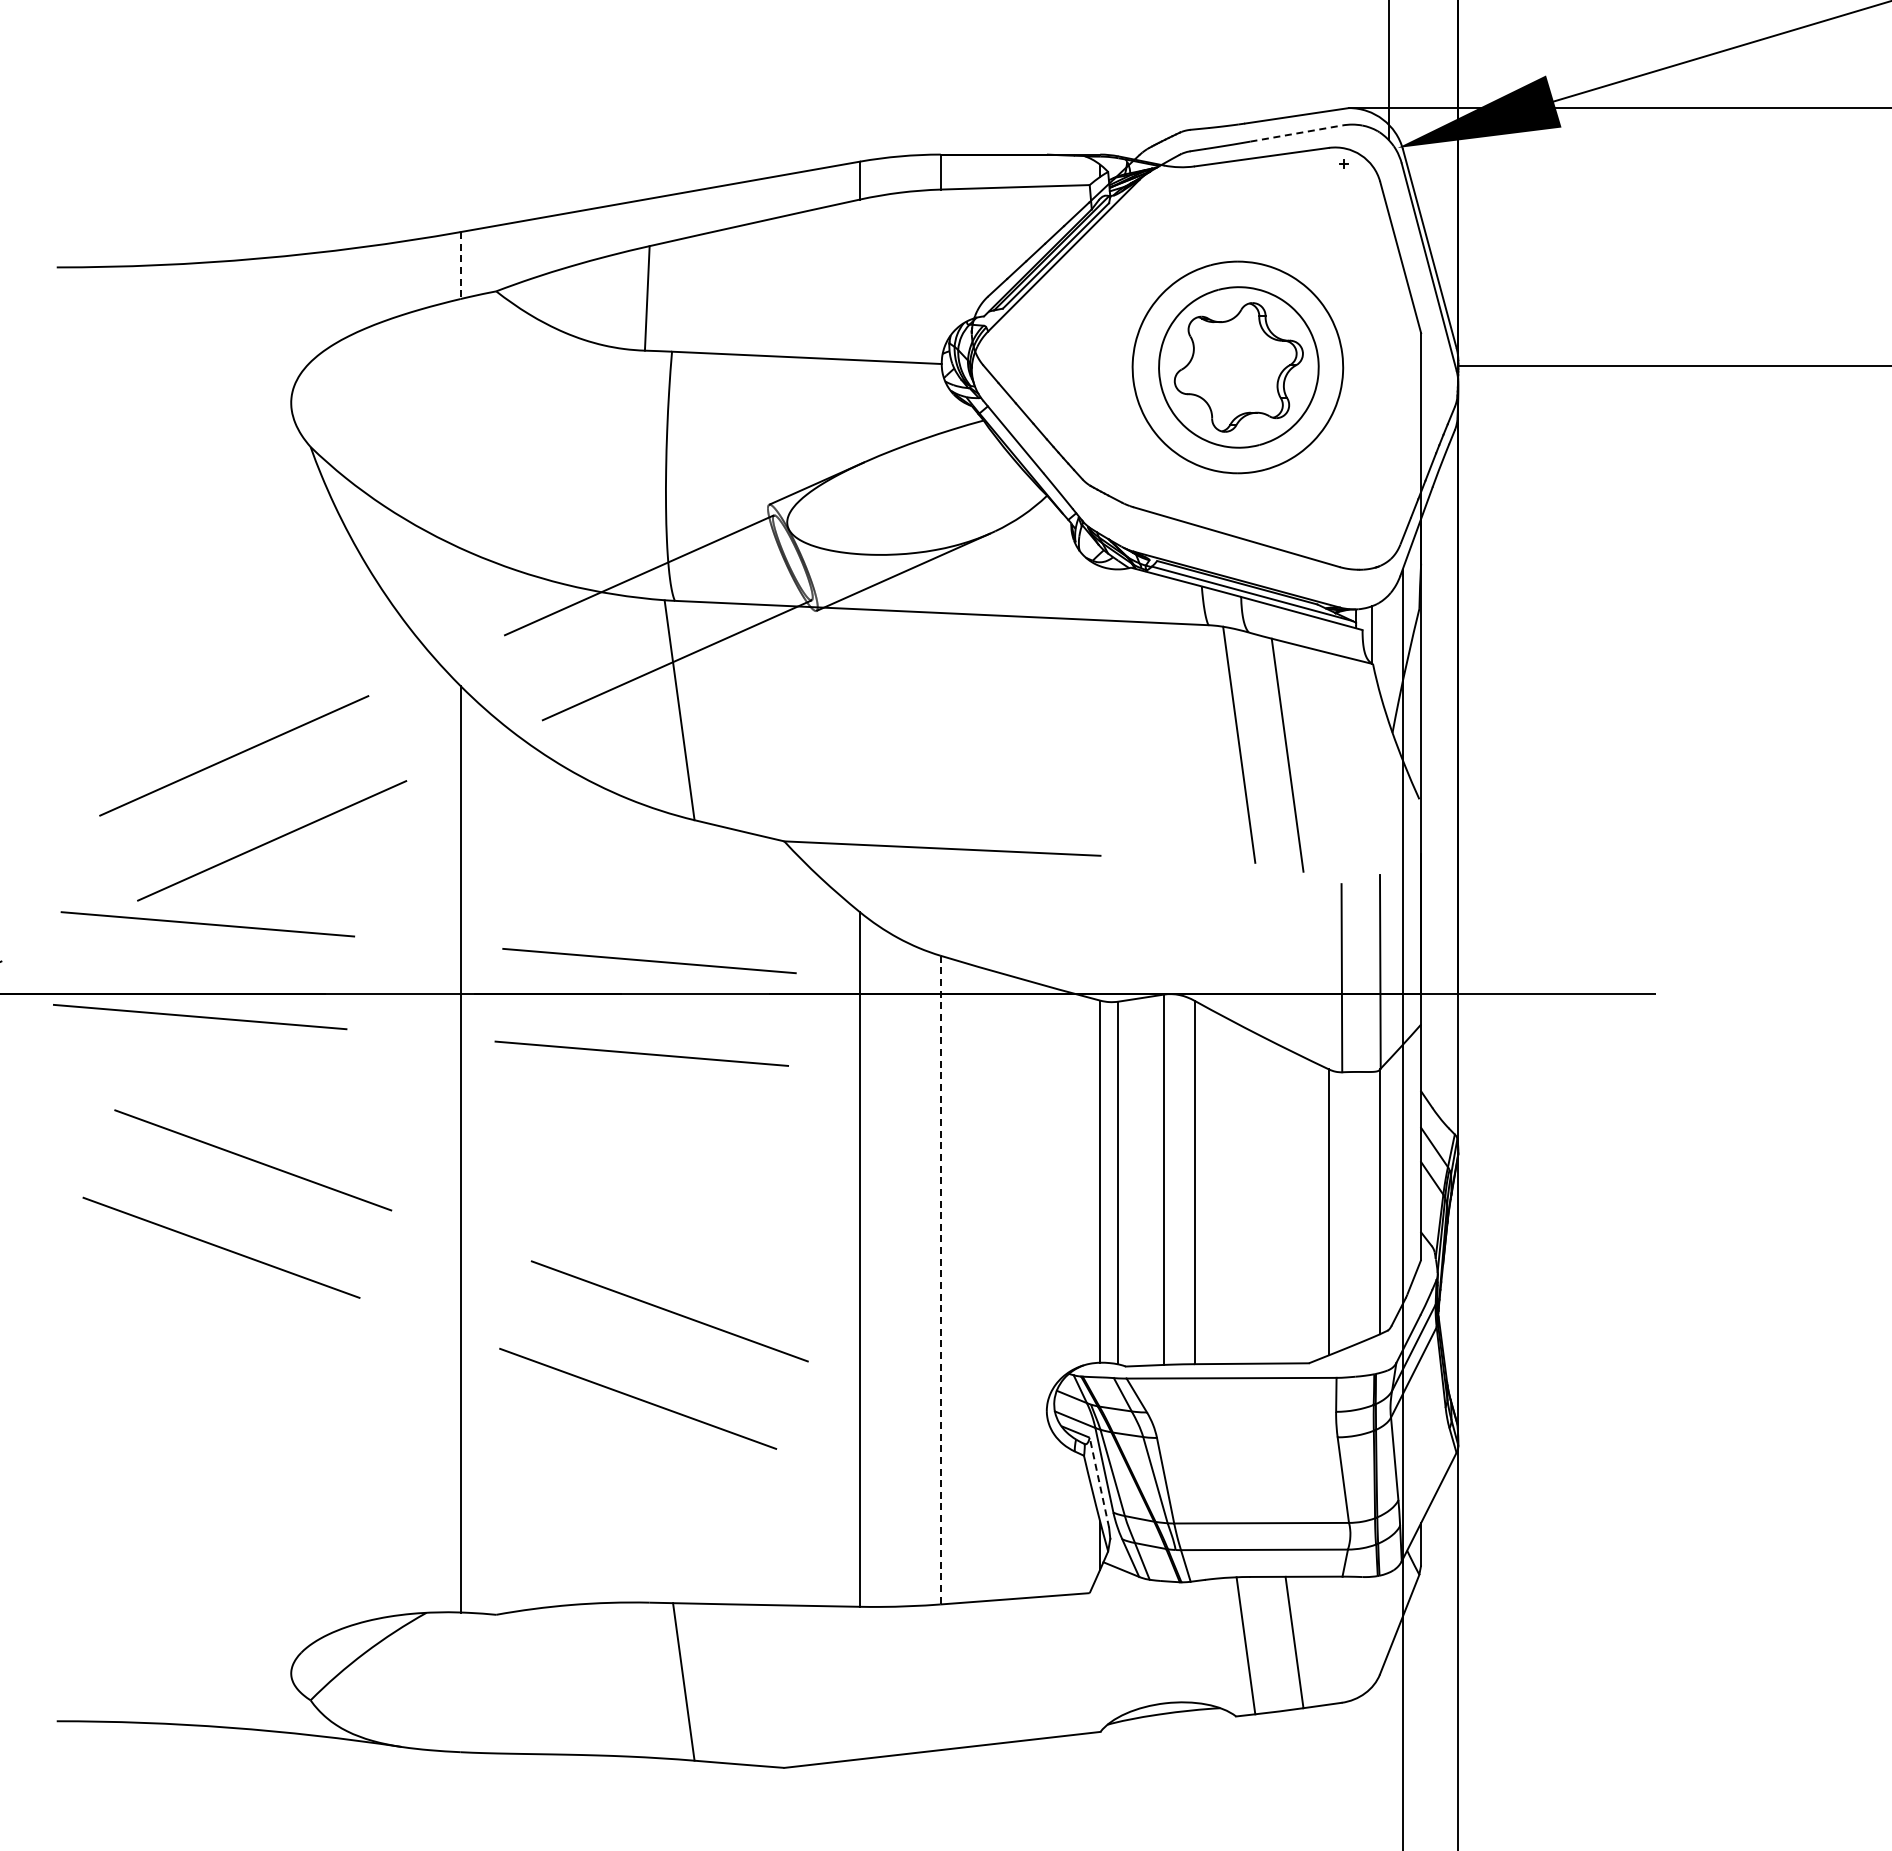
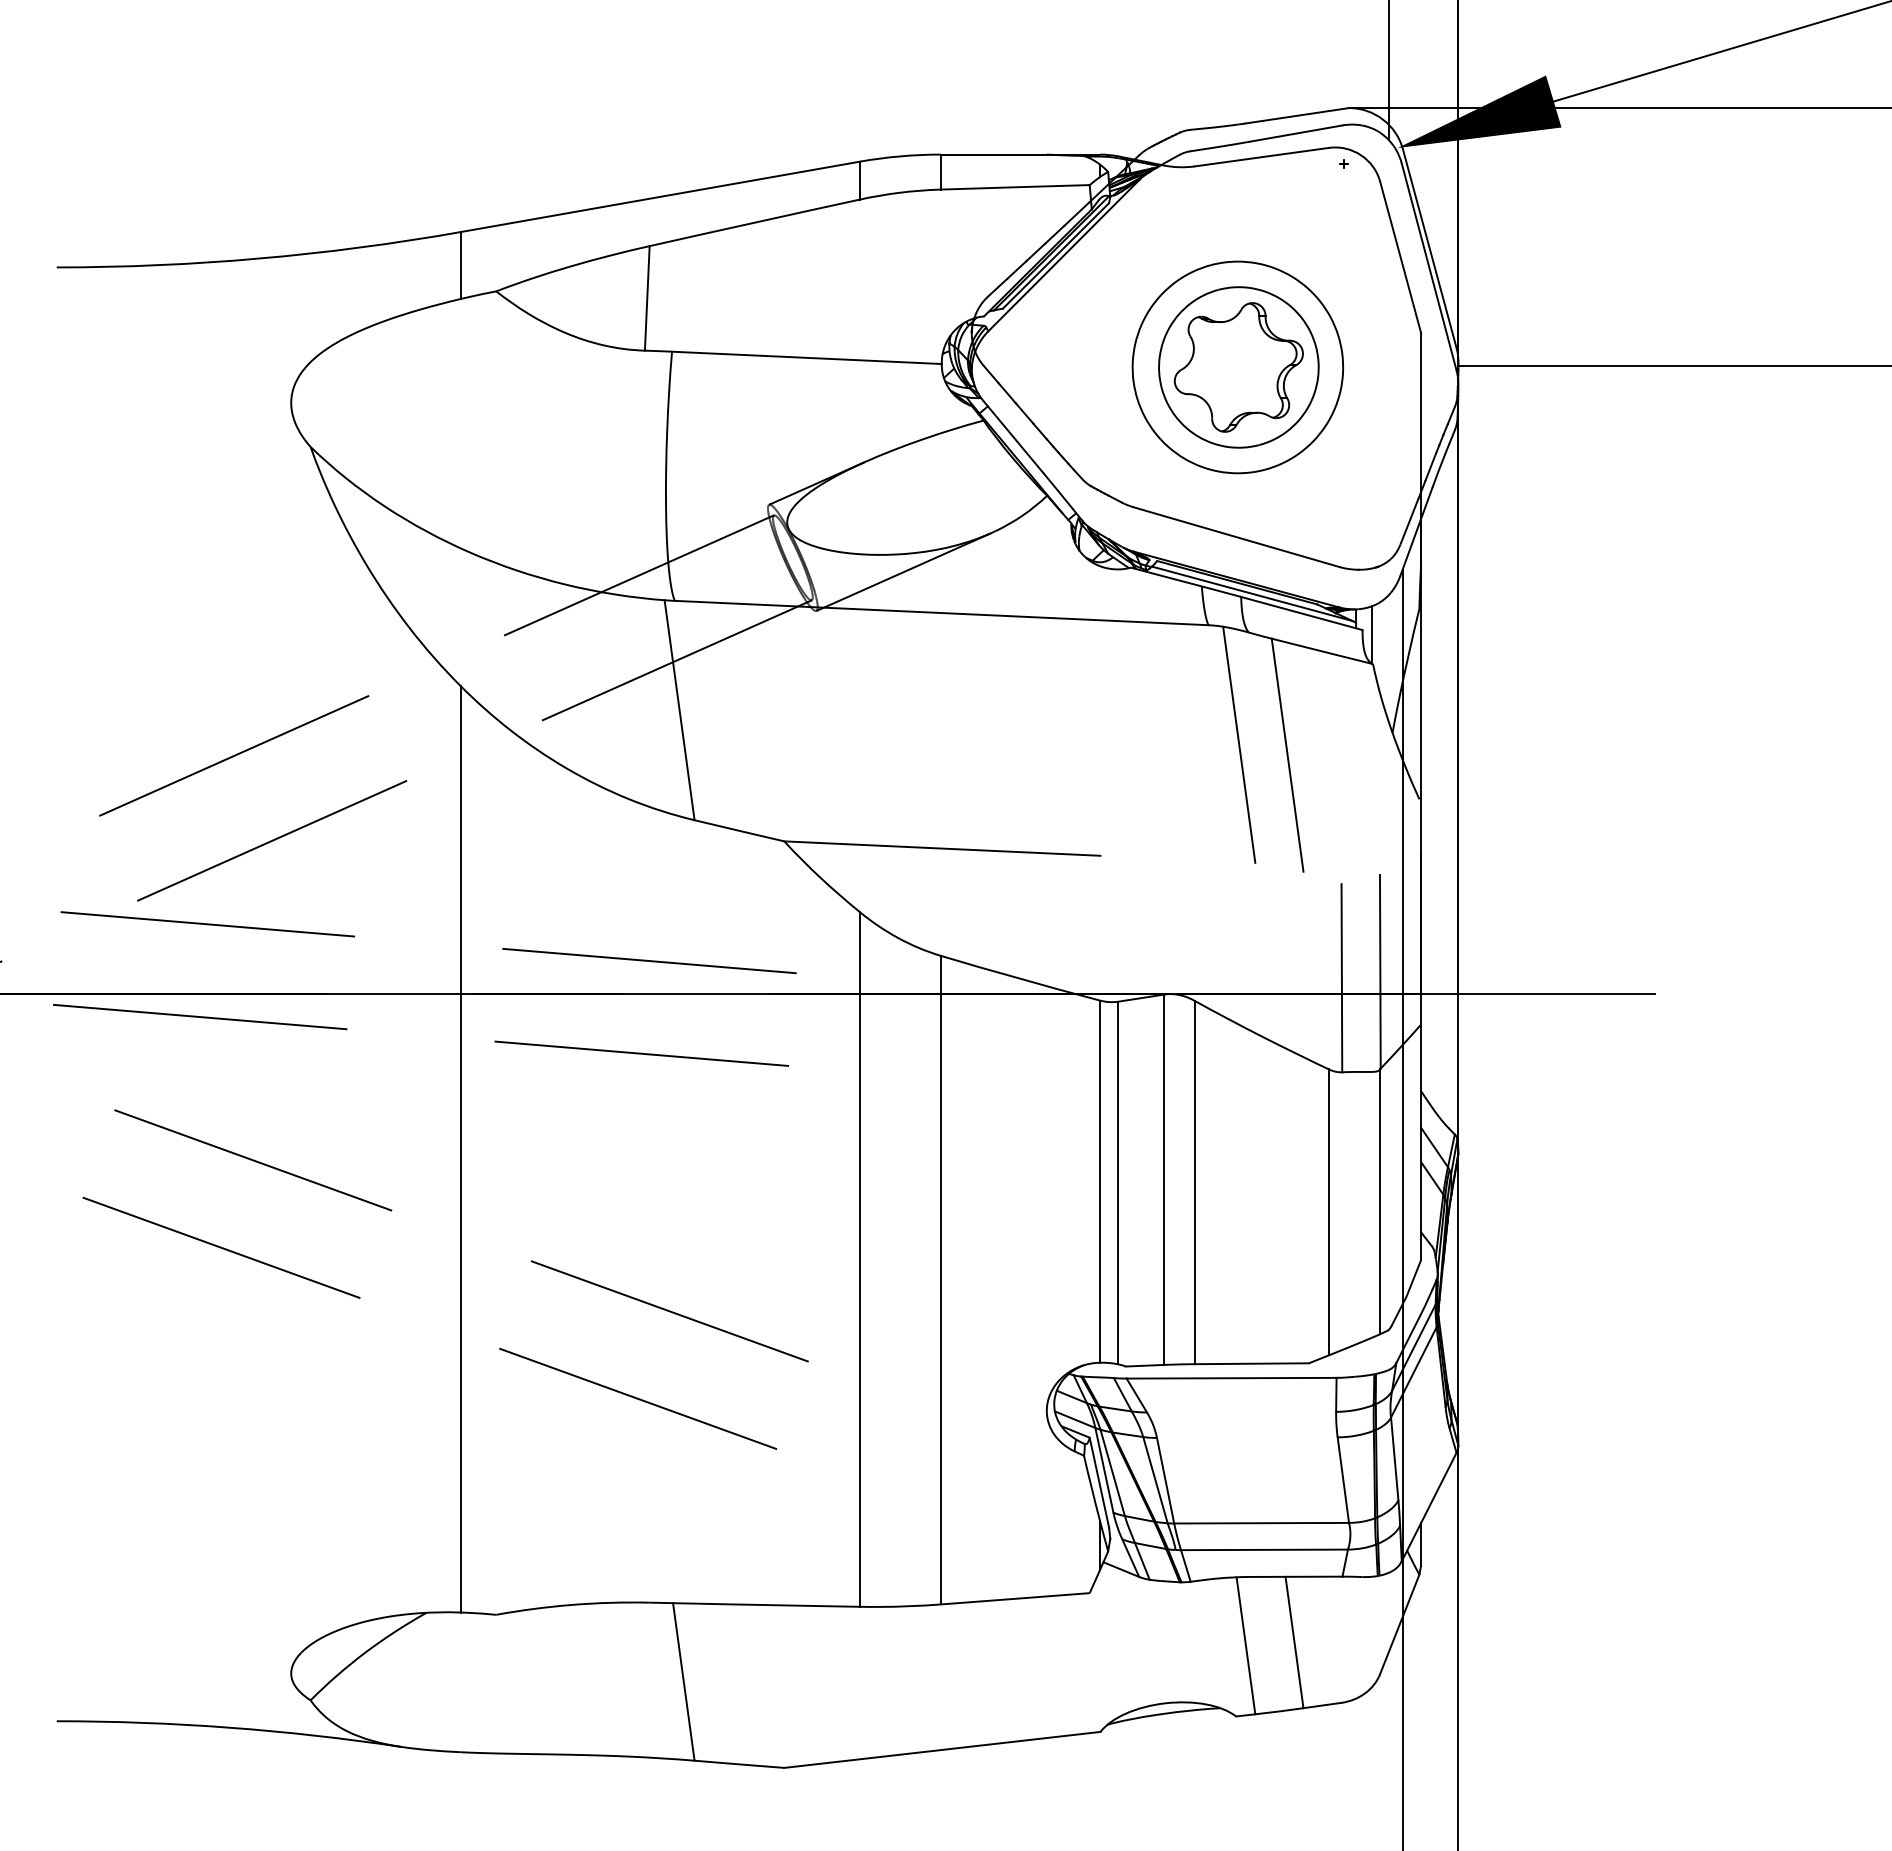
line at (1296, 133): dashed -> solid
line at (460, 266): dashed -> solid
line at (940, 1280): dashed -> solid
line at (1099, 1482): dashed -> solid
